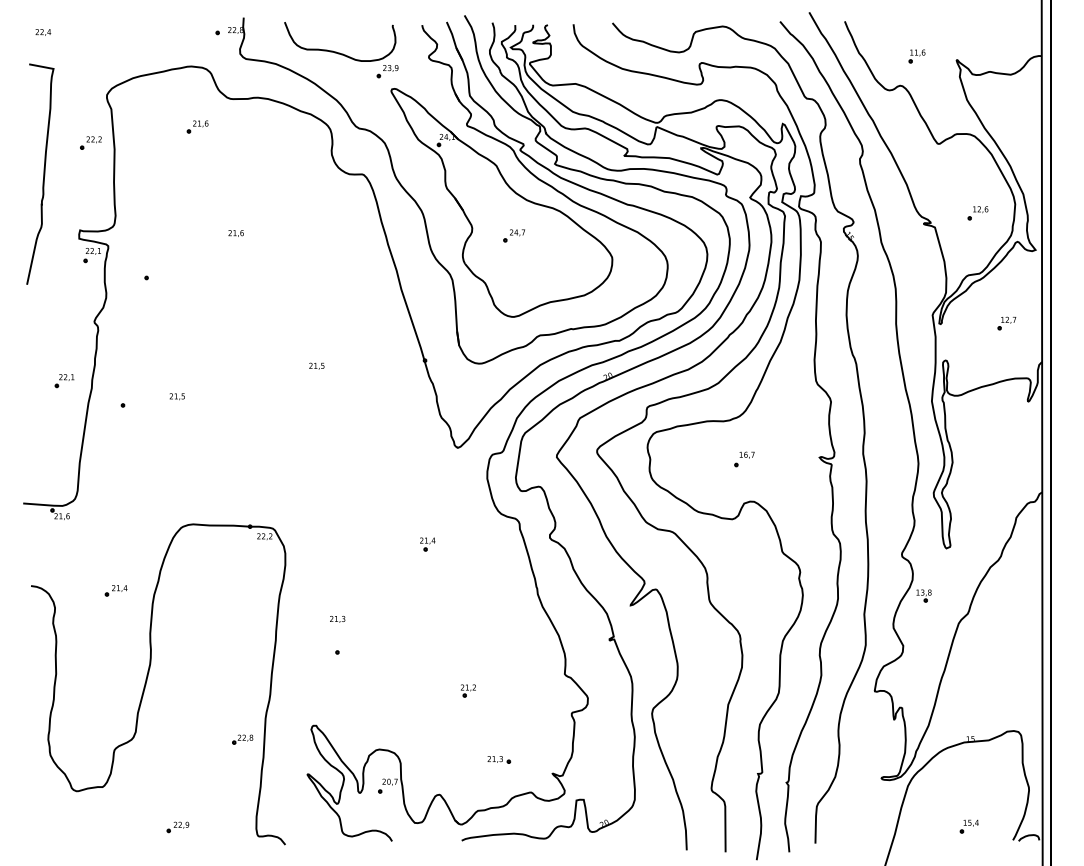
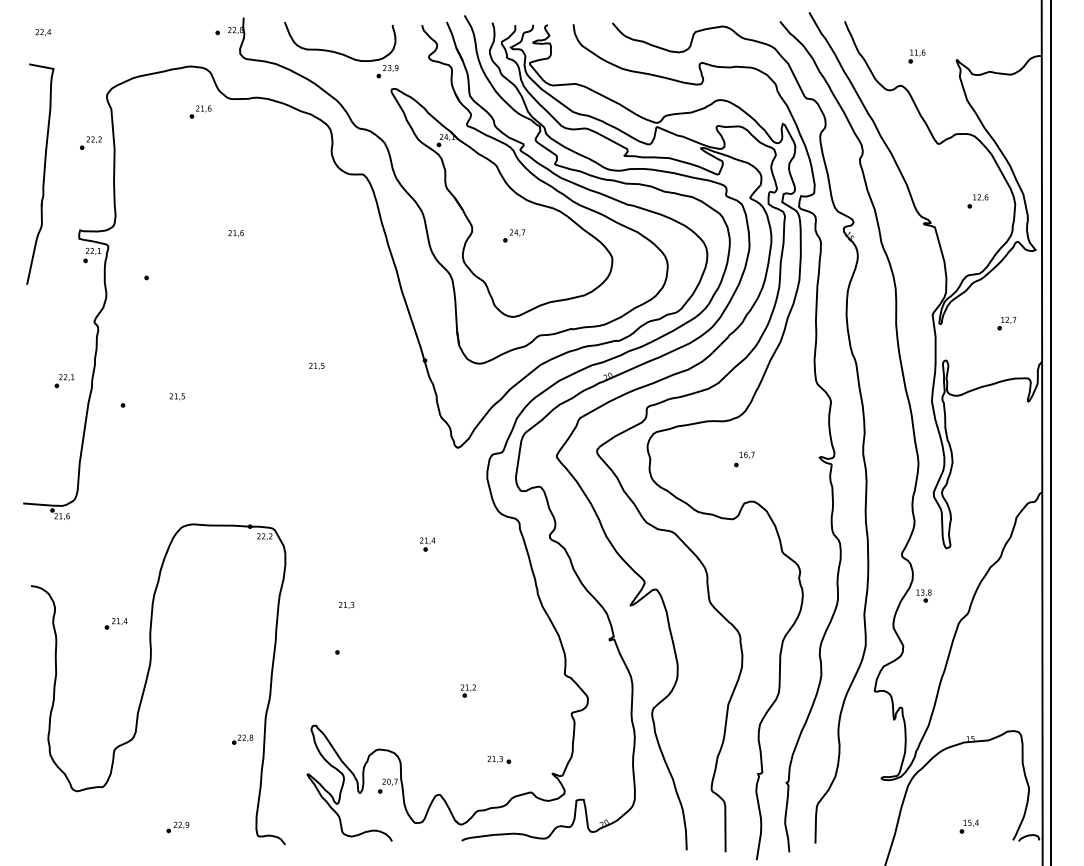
part at (197, 126) position: (197, 126) -> (200, 111)
part at (977, 213) position: (977, 213) -> (977, 201)
part at (115, 590) position: (115, 590) -> (115, 623)
text at (337, 619) position: (337, 619) -> (346, 605)
